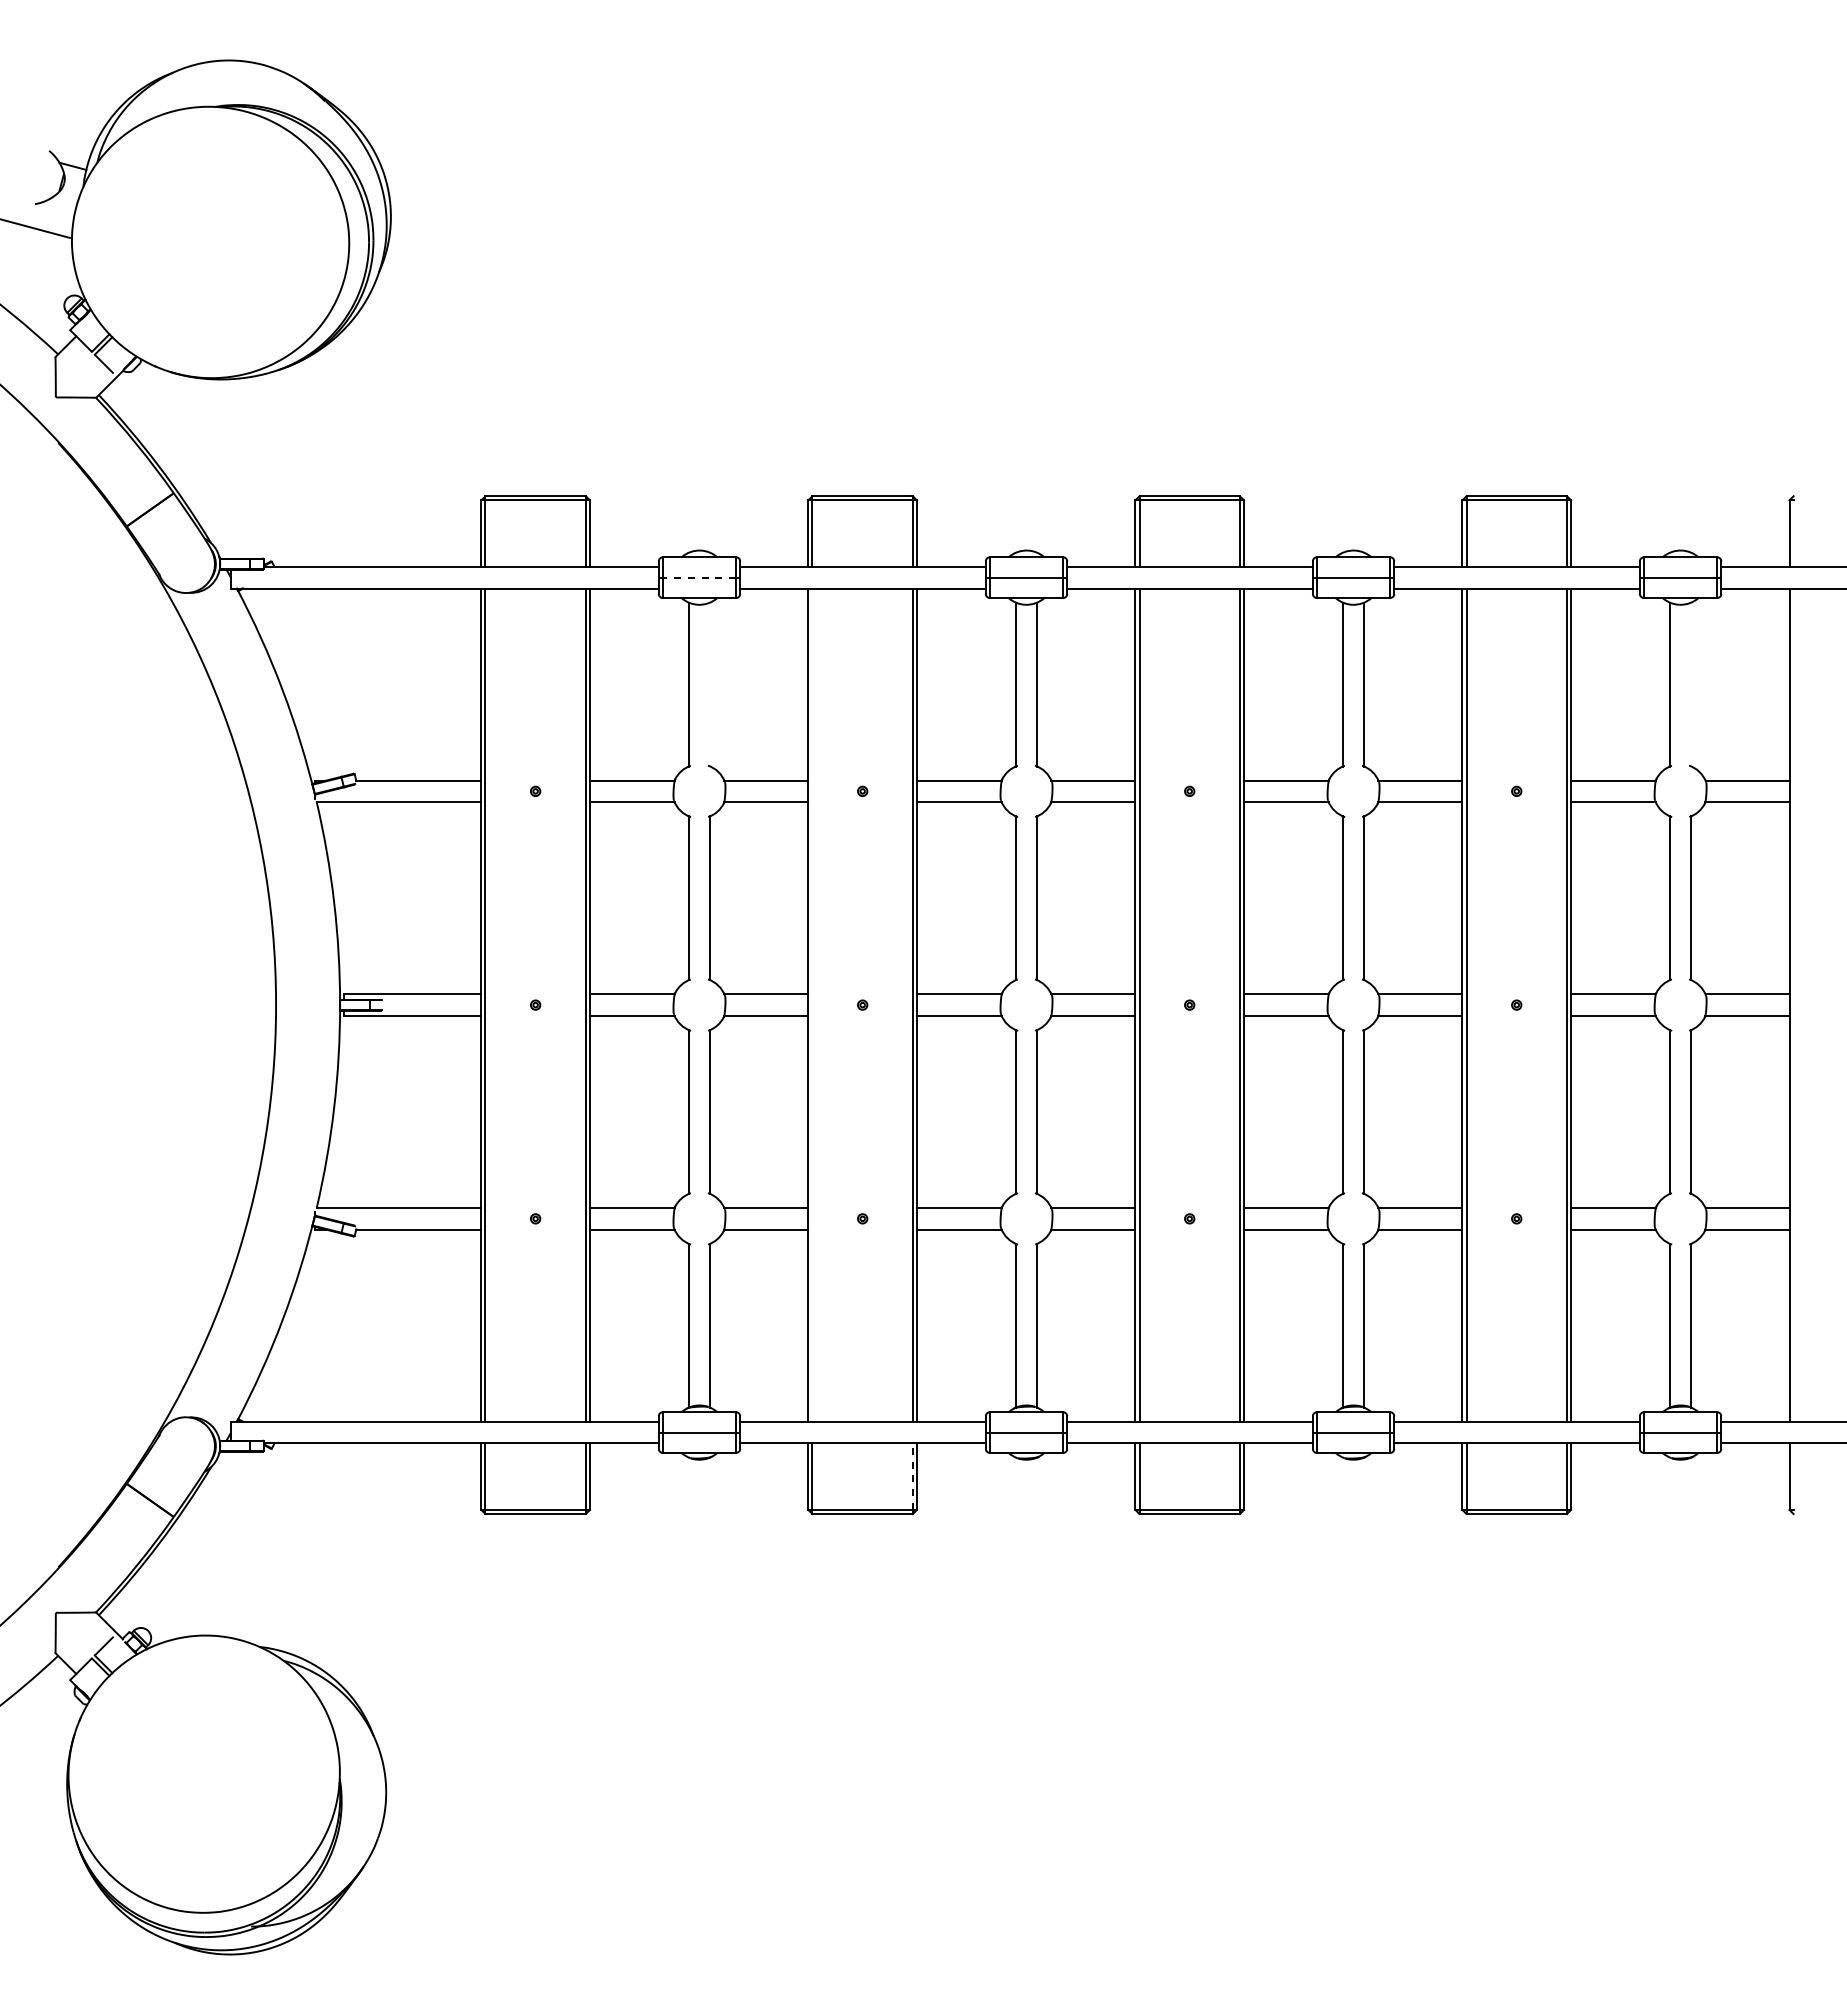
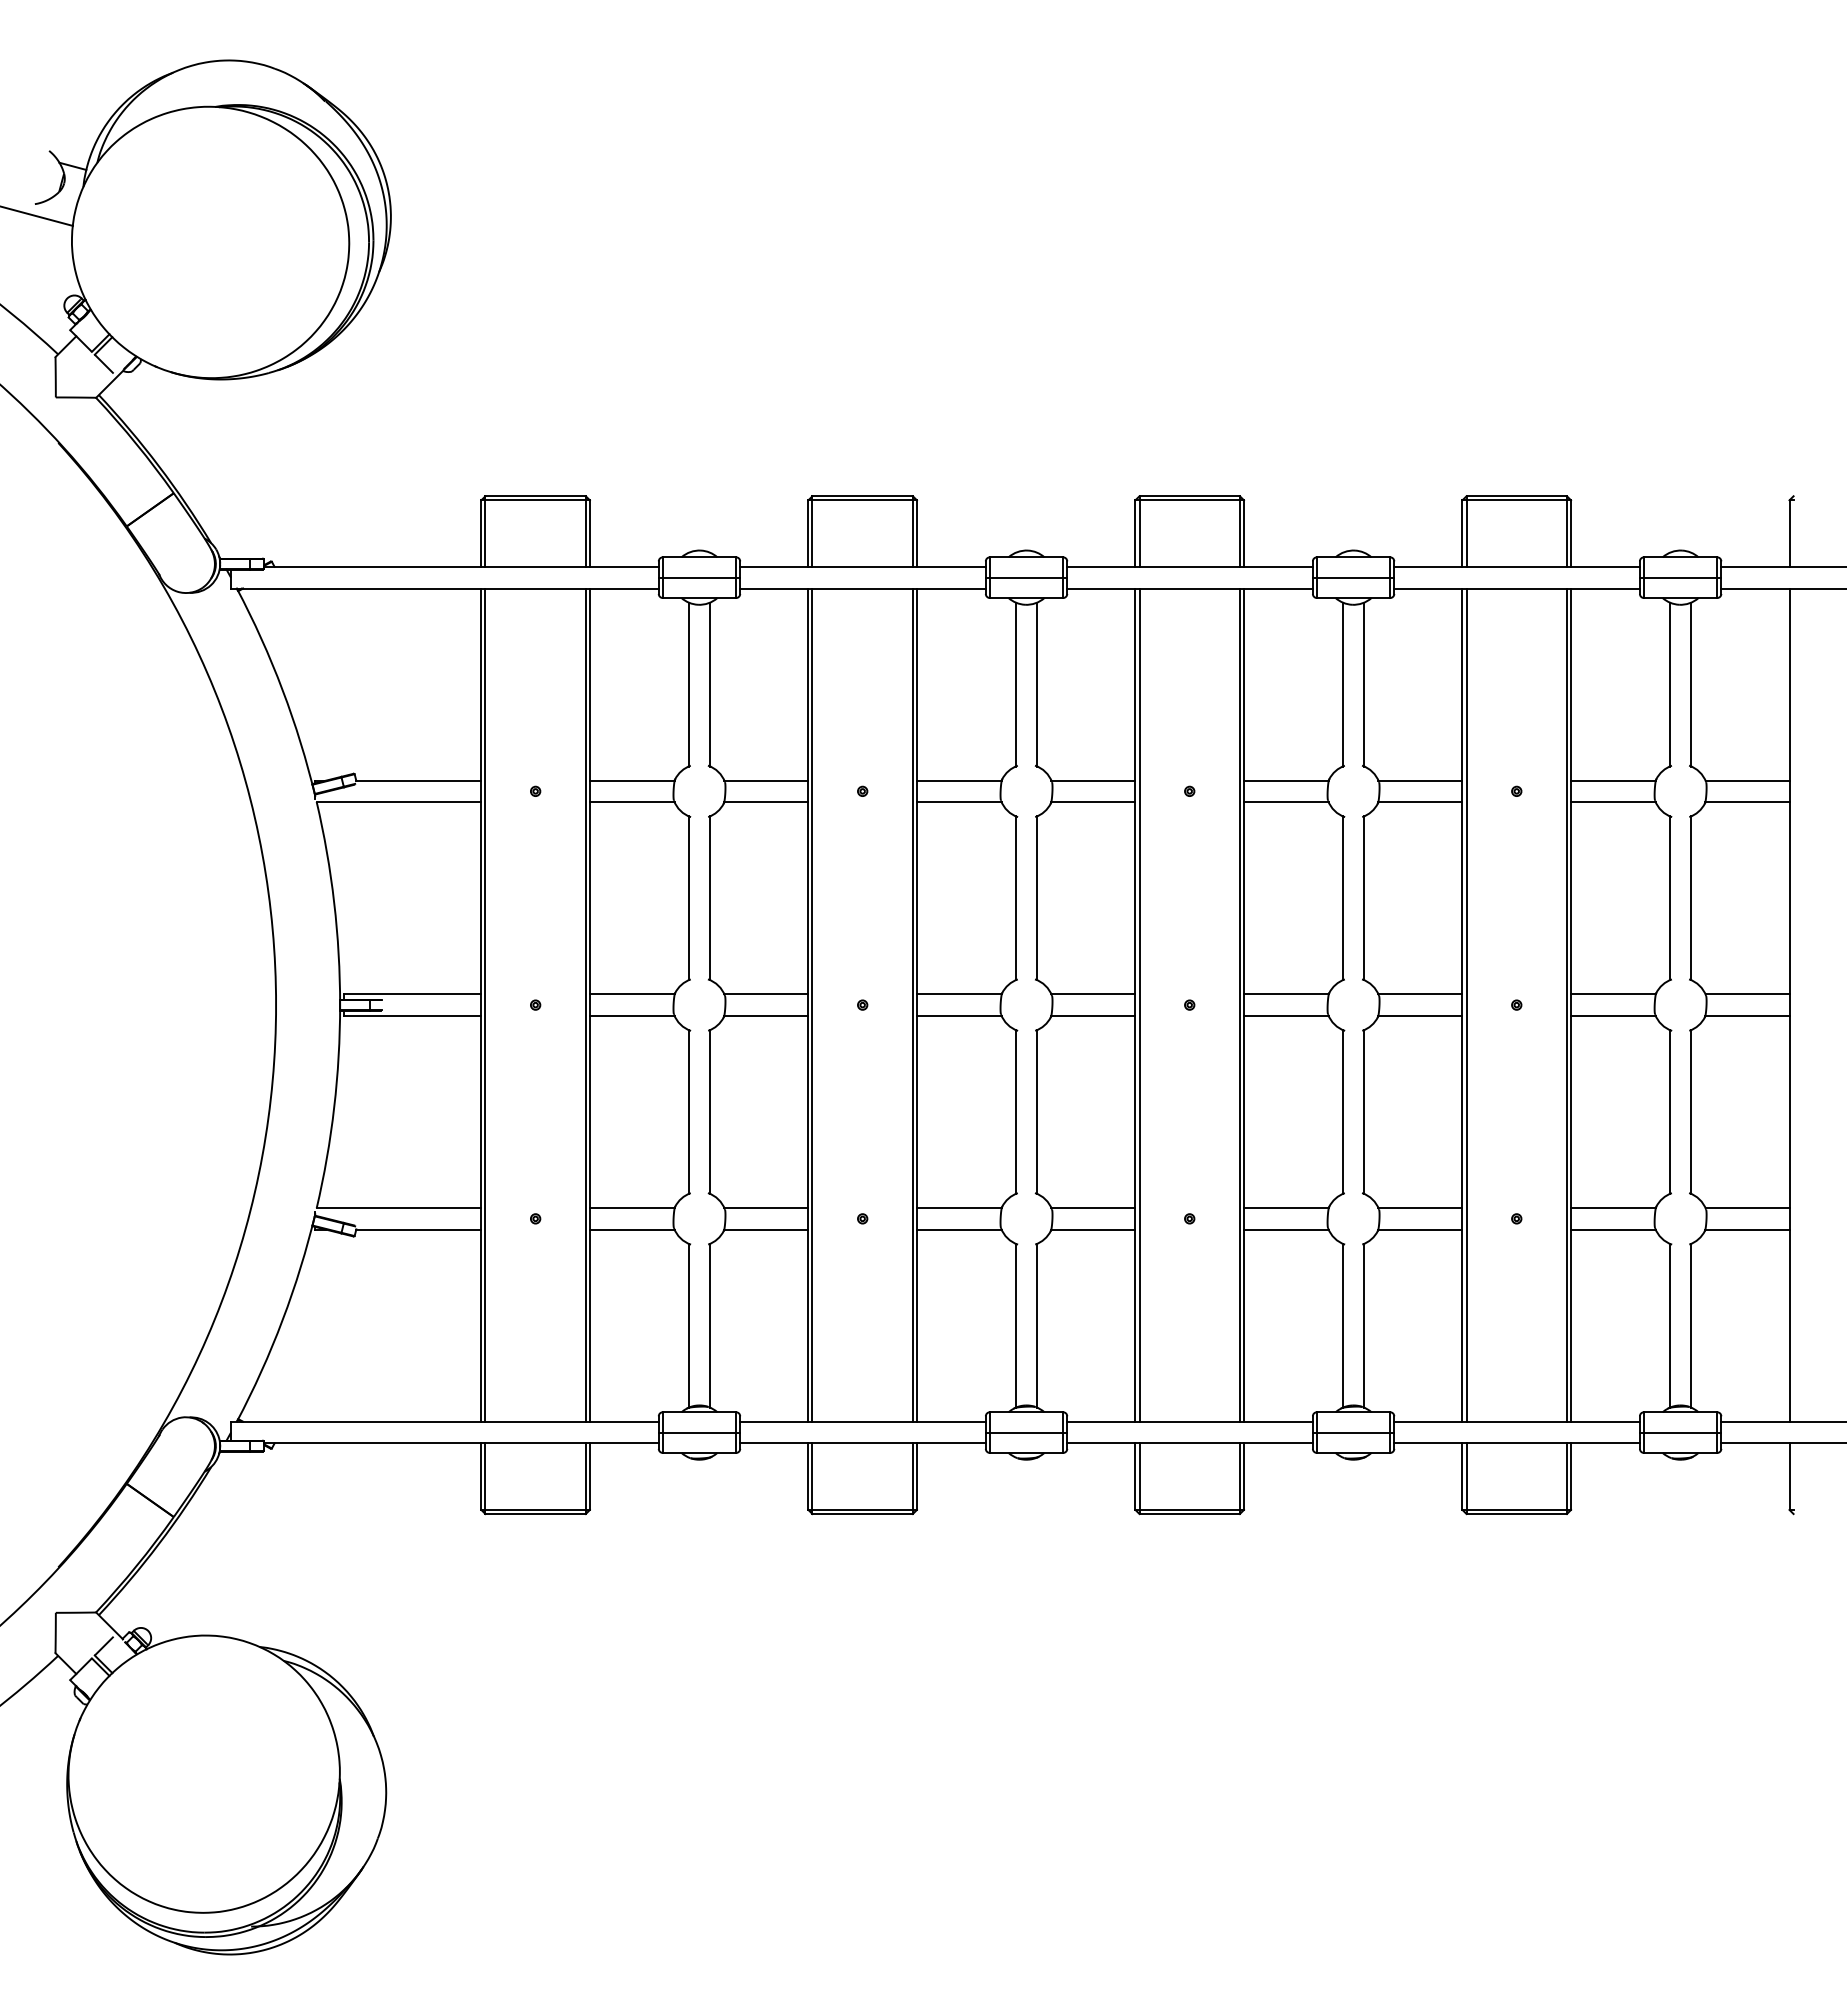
line at (35, 228) position: (35, 228) -> (37, 216)
line at (699, 577): dashed -> solid
line at (710, 684): none -> present
line at (1691, 684): none -> present
line at (812, 1004): none -> present
line at (912, 1476): dashed -> solid
